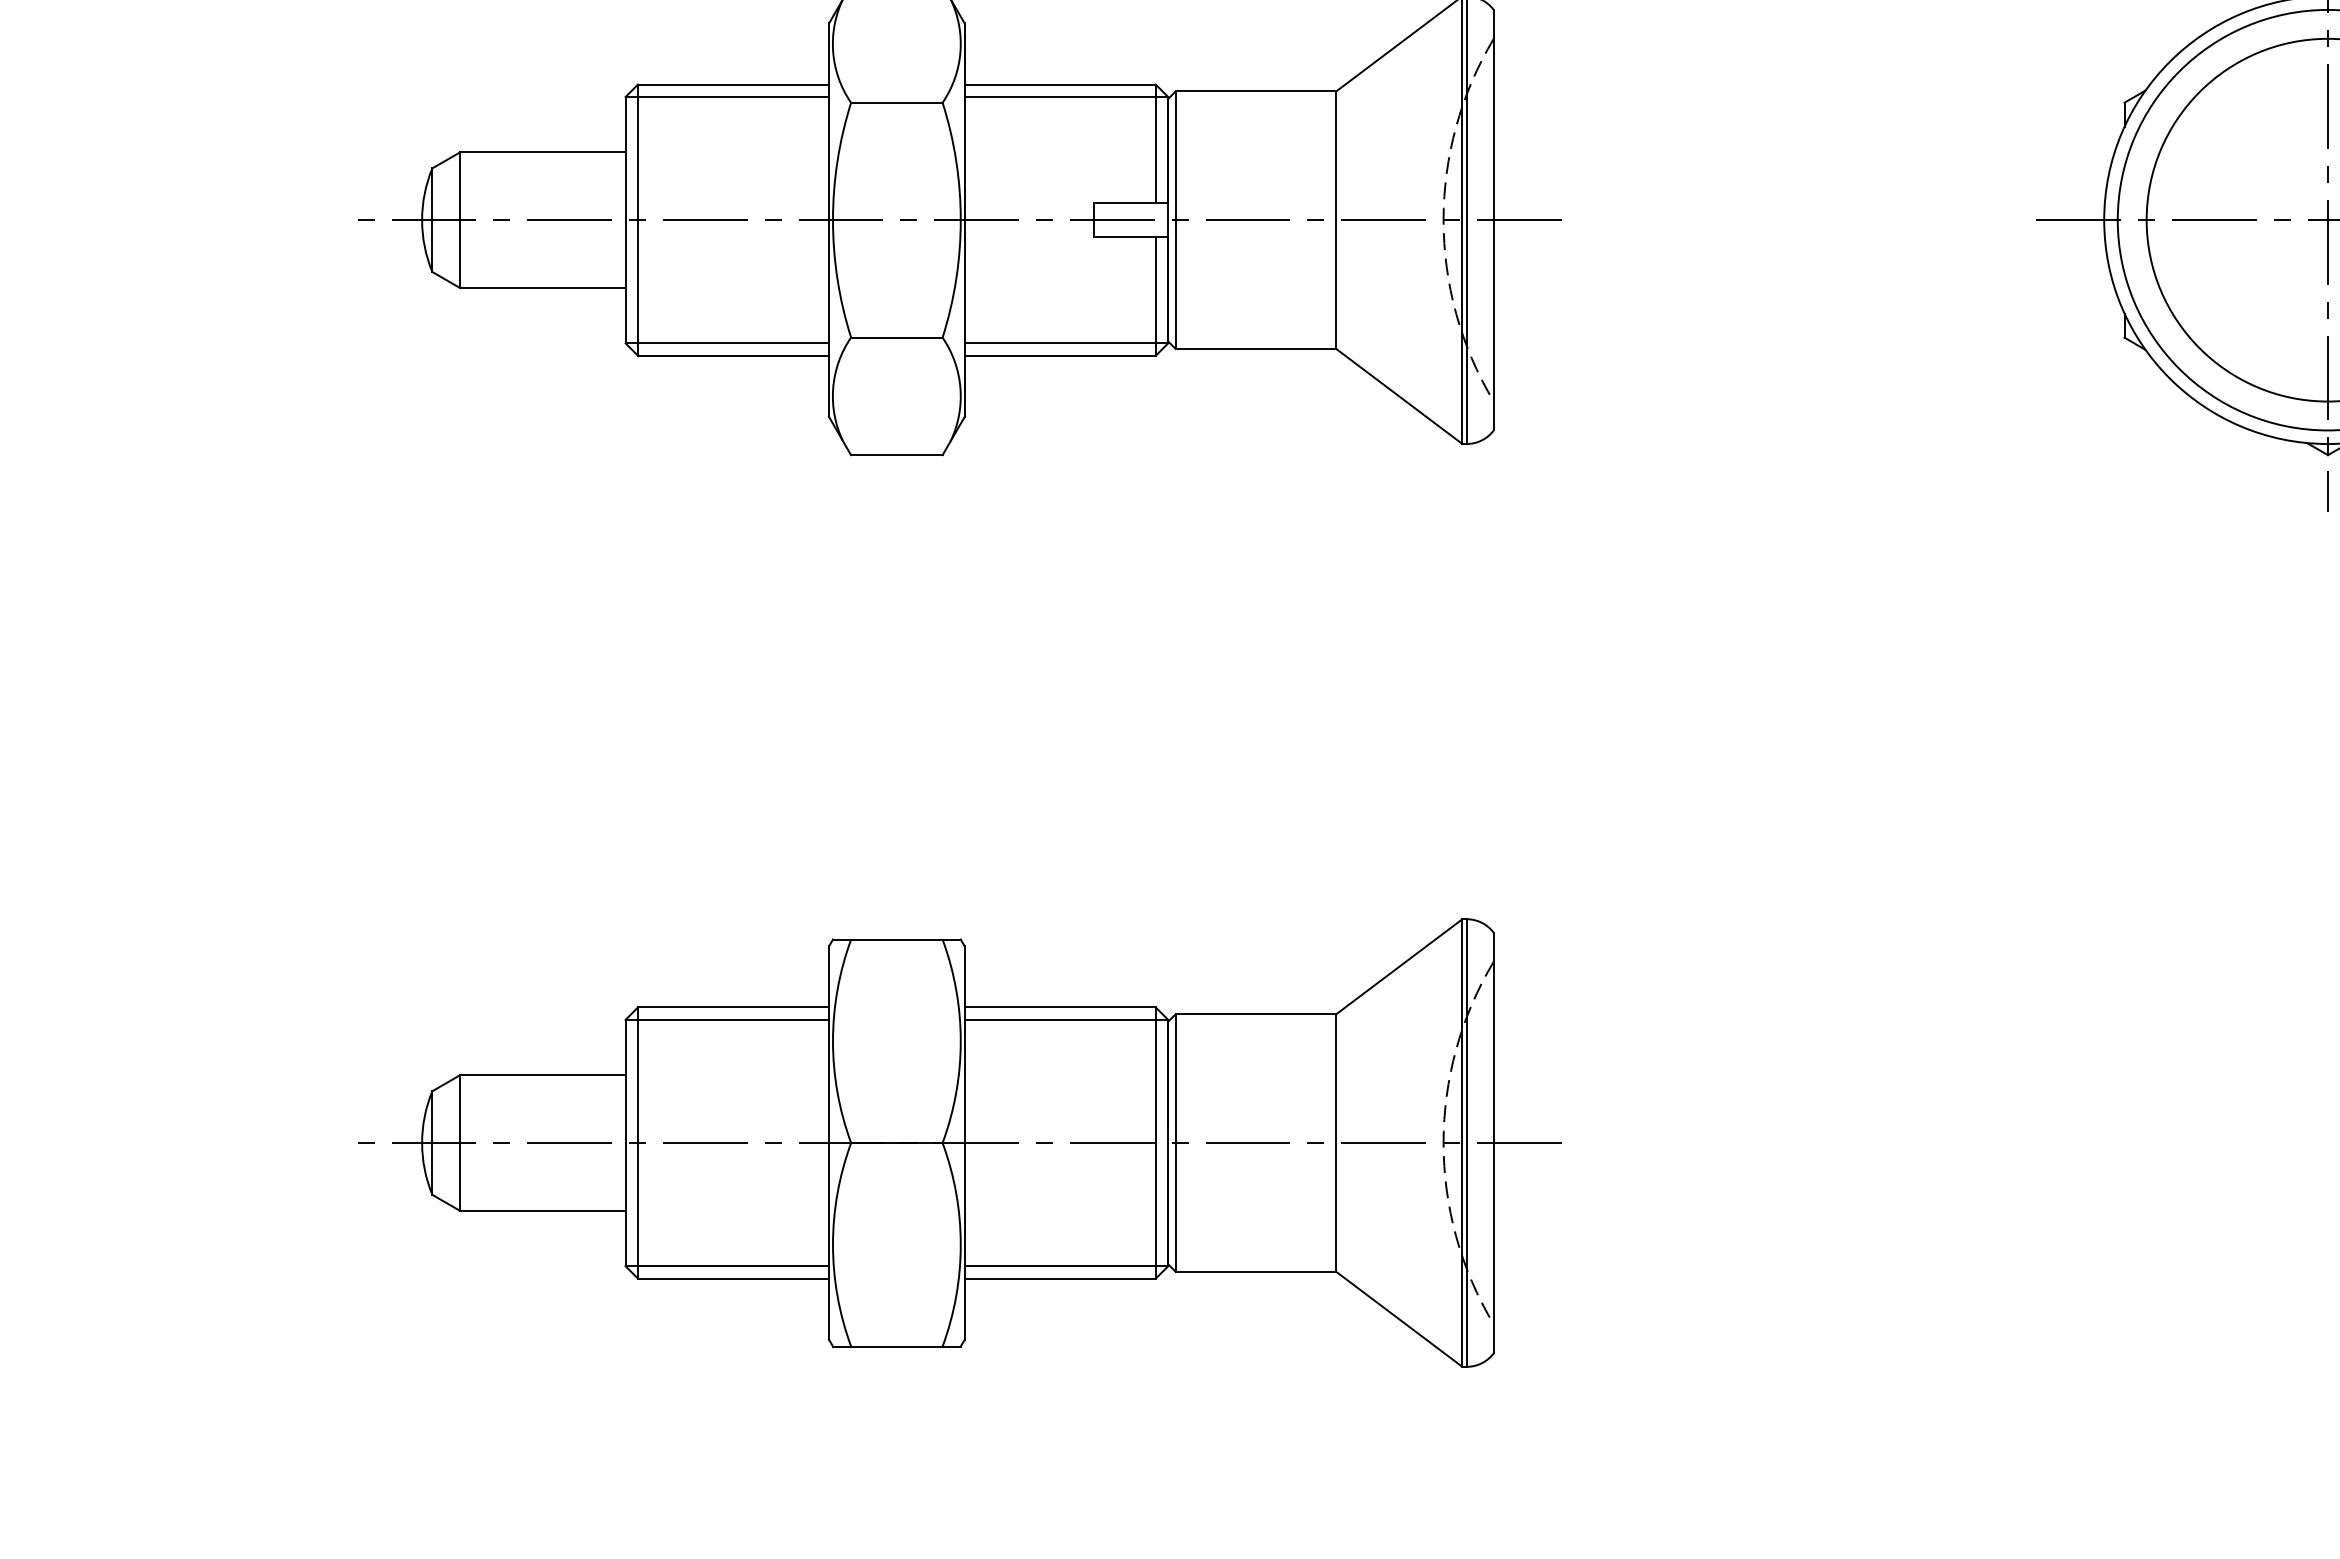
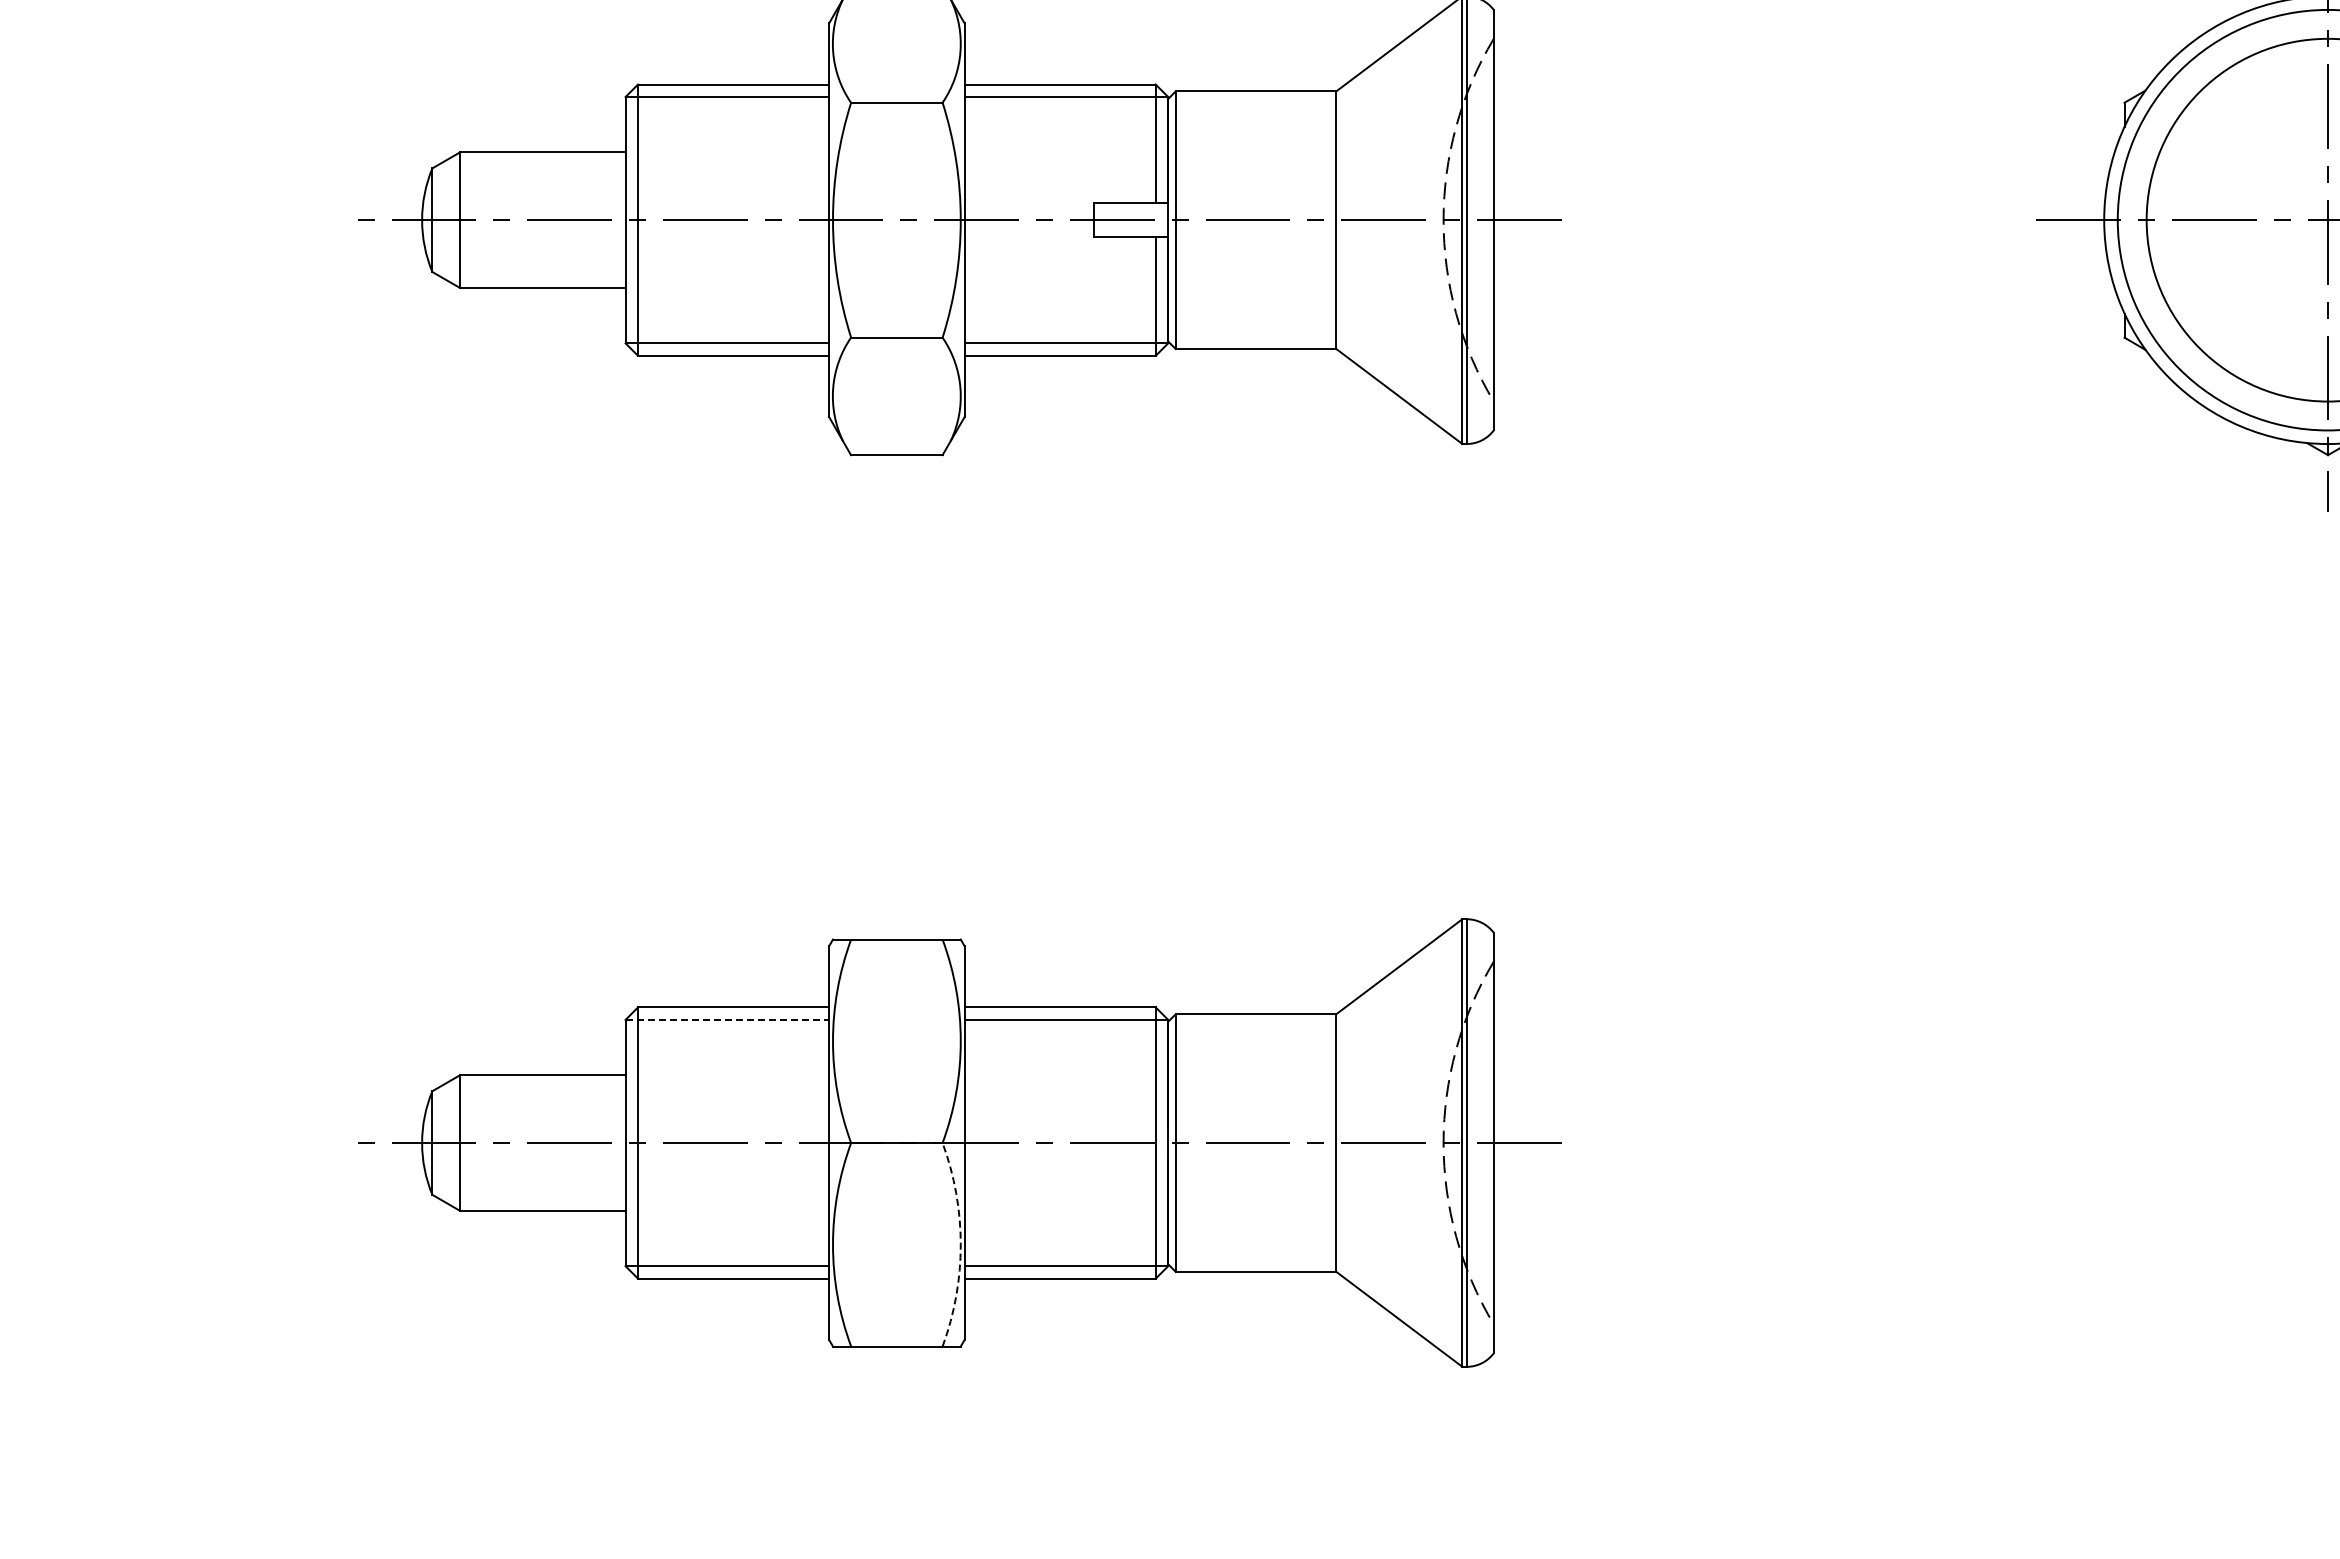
line at (727, 1019): solid -> dashed
arc at (960, 1244): solid -> dashed
